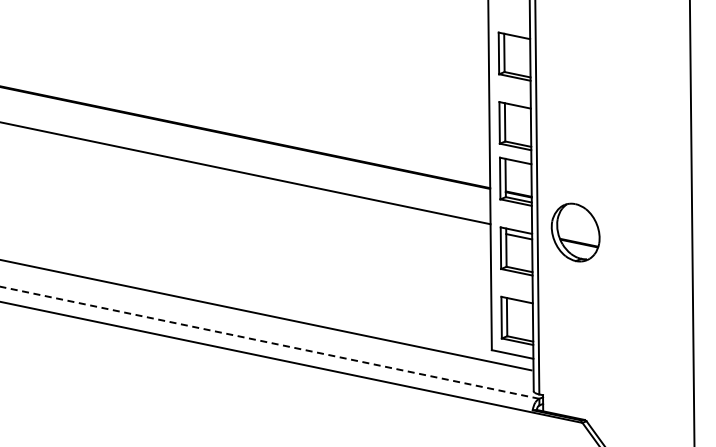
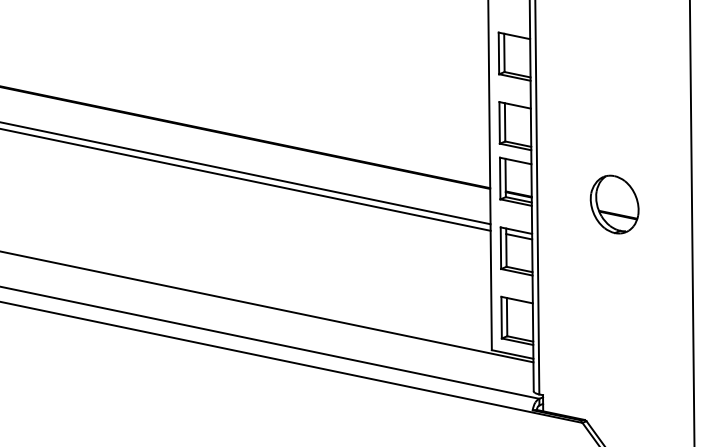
line at (246, 179): none -> present
part at (575, 232) position: (575, 232) -> (614, 204)
line at (266, 315) position: (266, 315) -> (267, 306)
line at (269, 342): dashed -> solid
